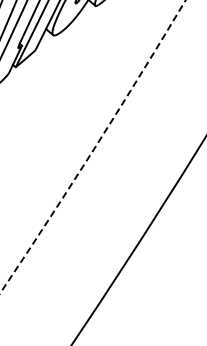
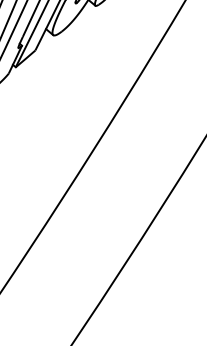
arc at (95, 147): dashed -> solid
